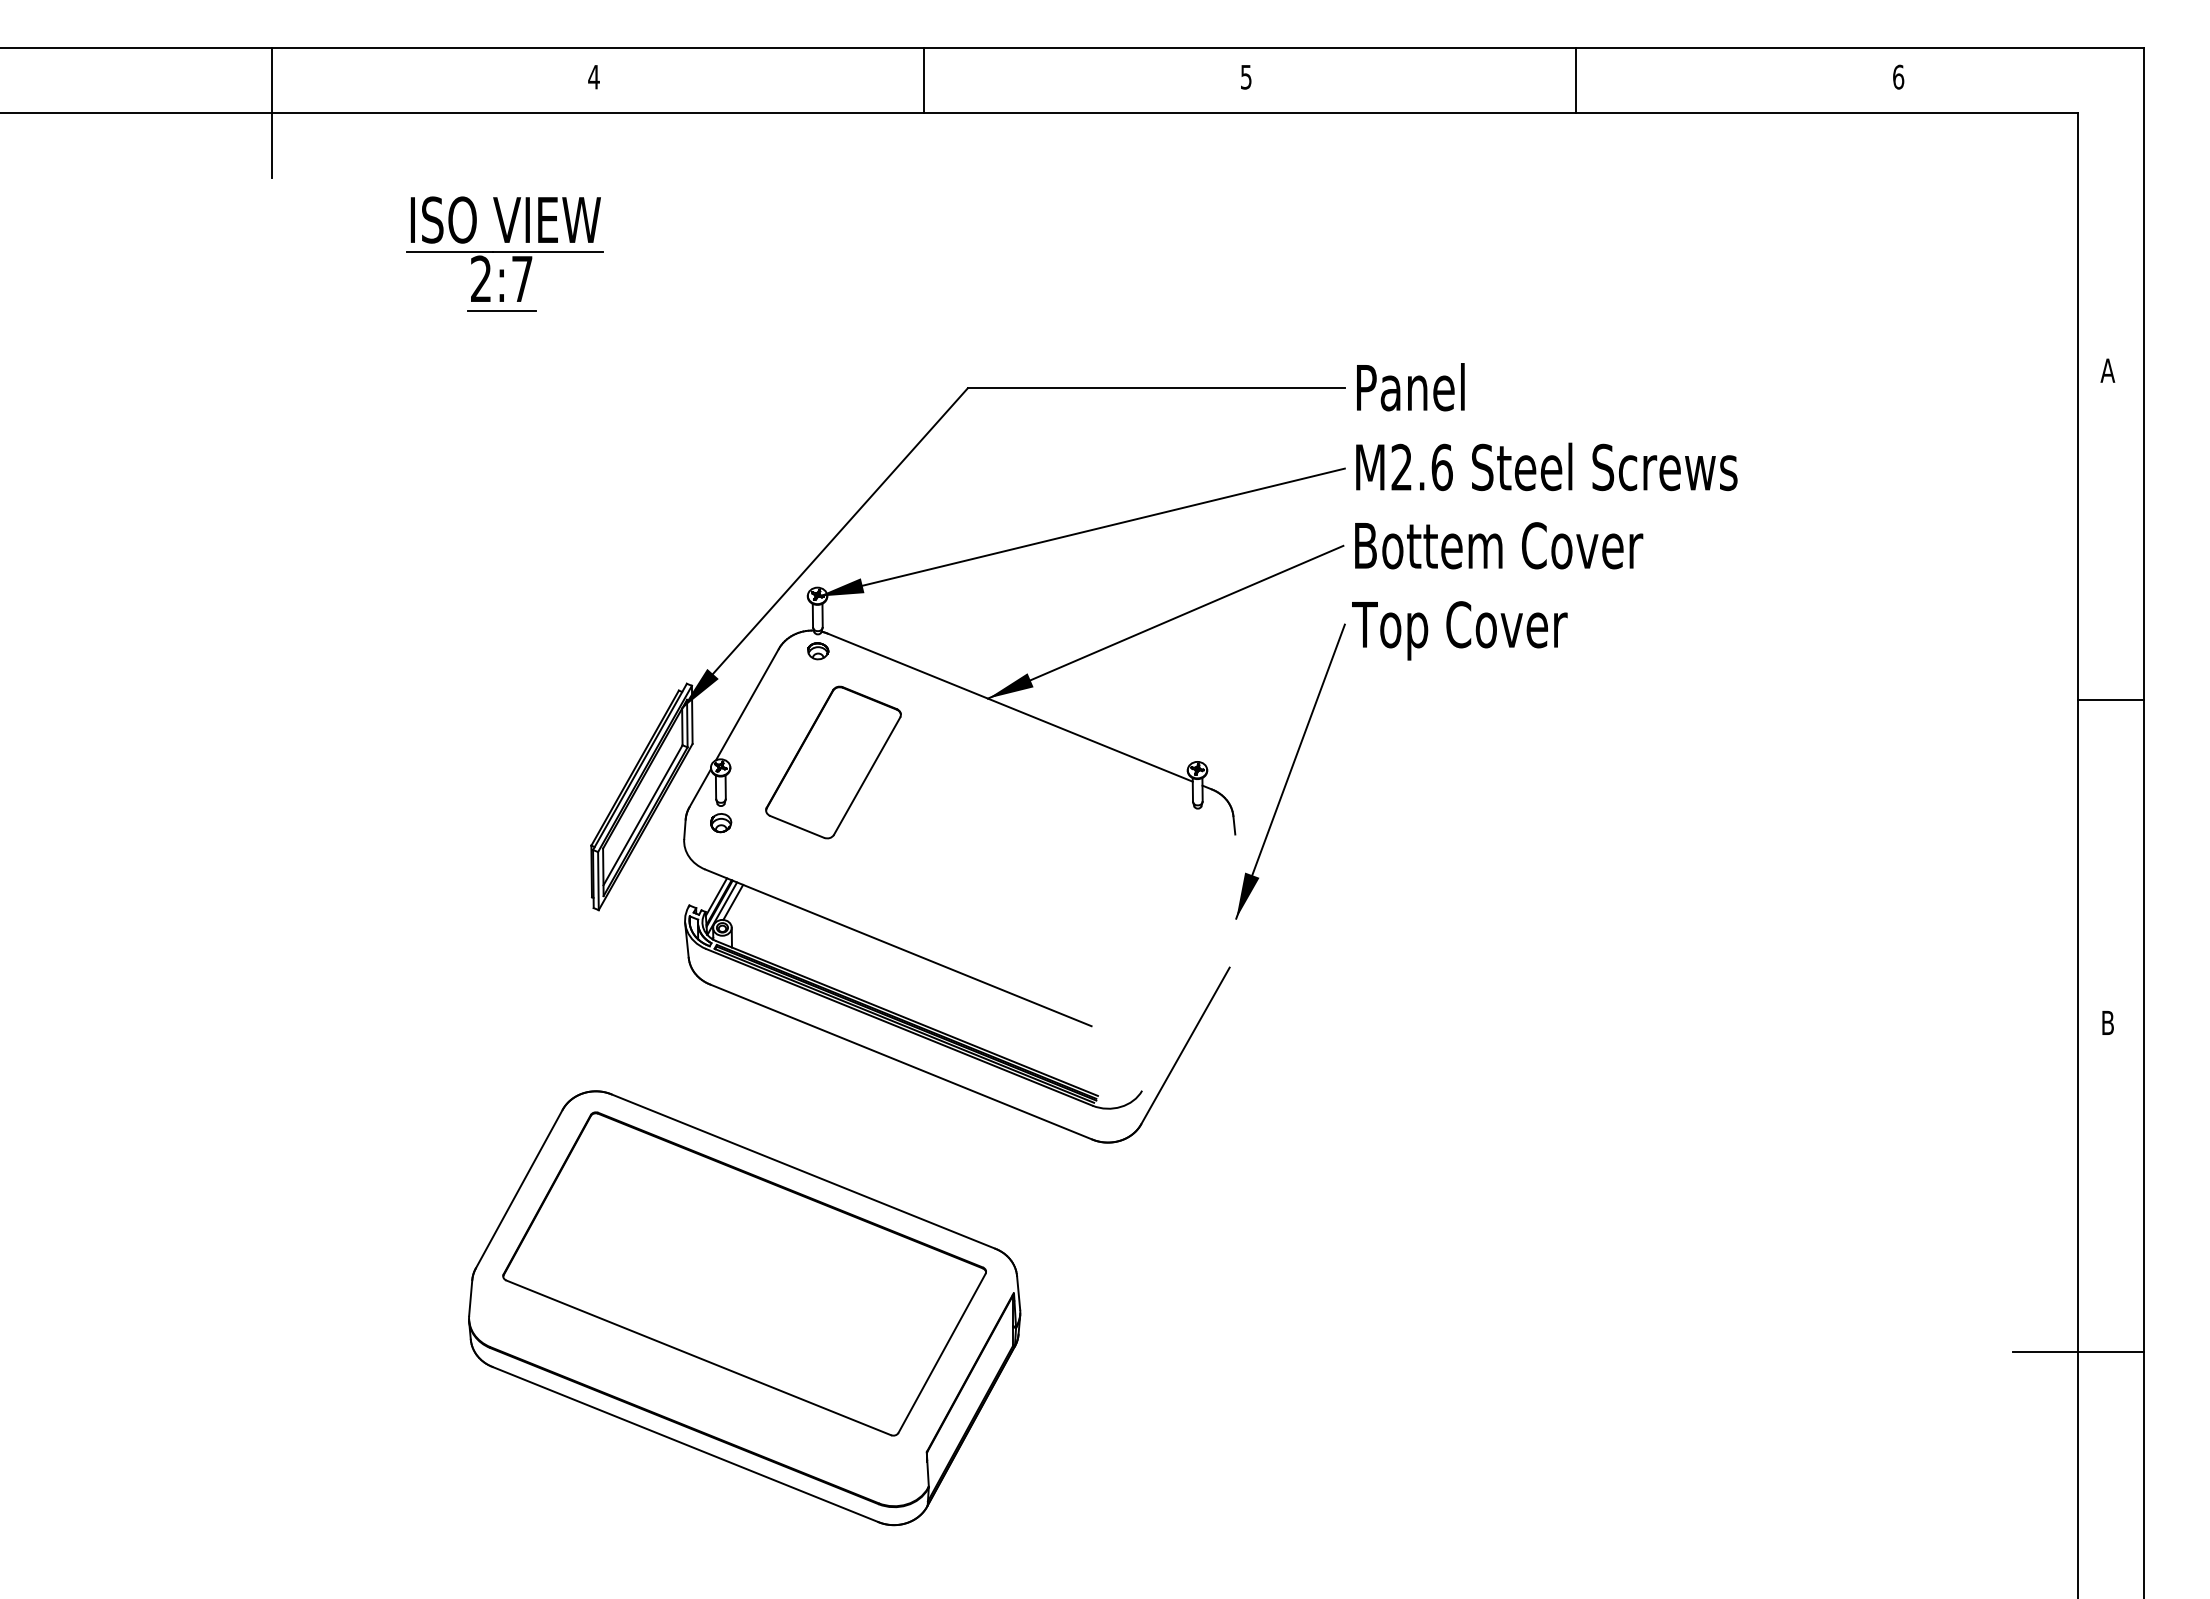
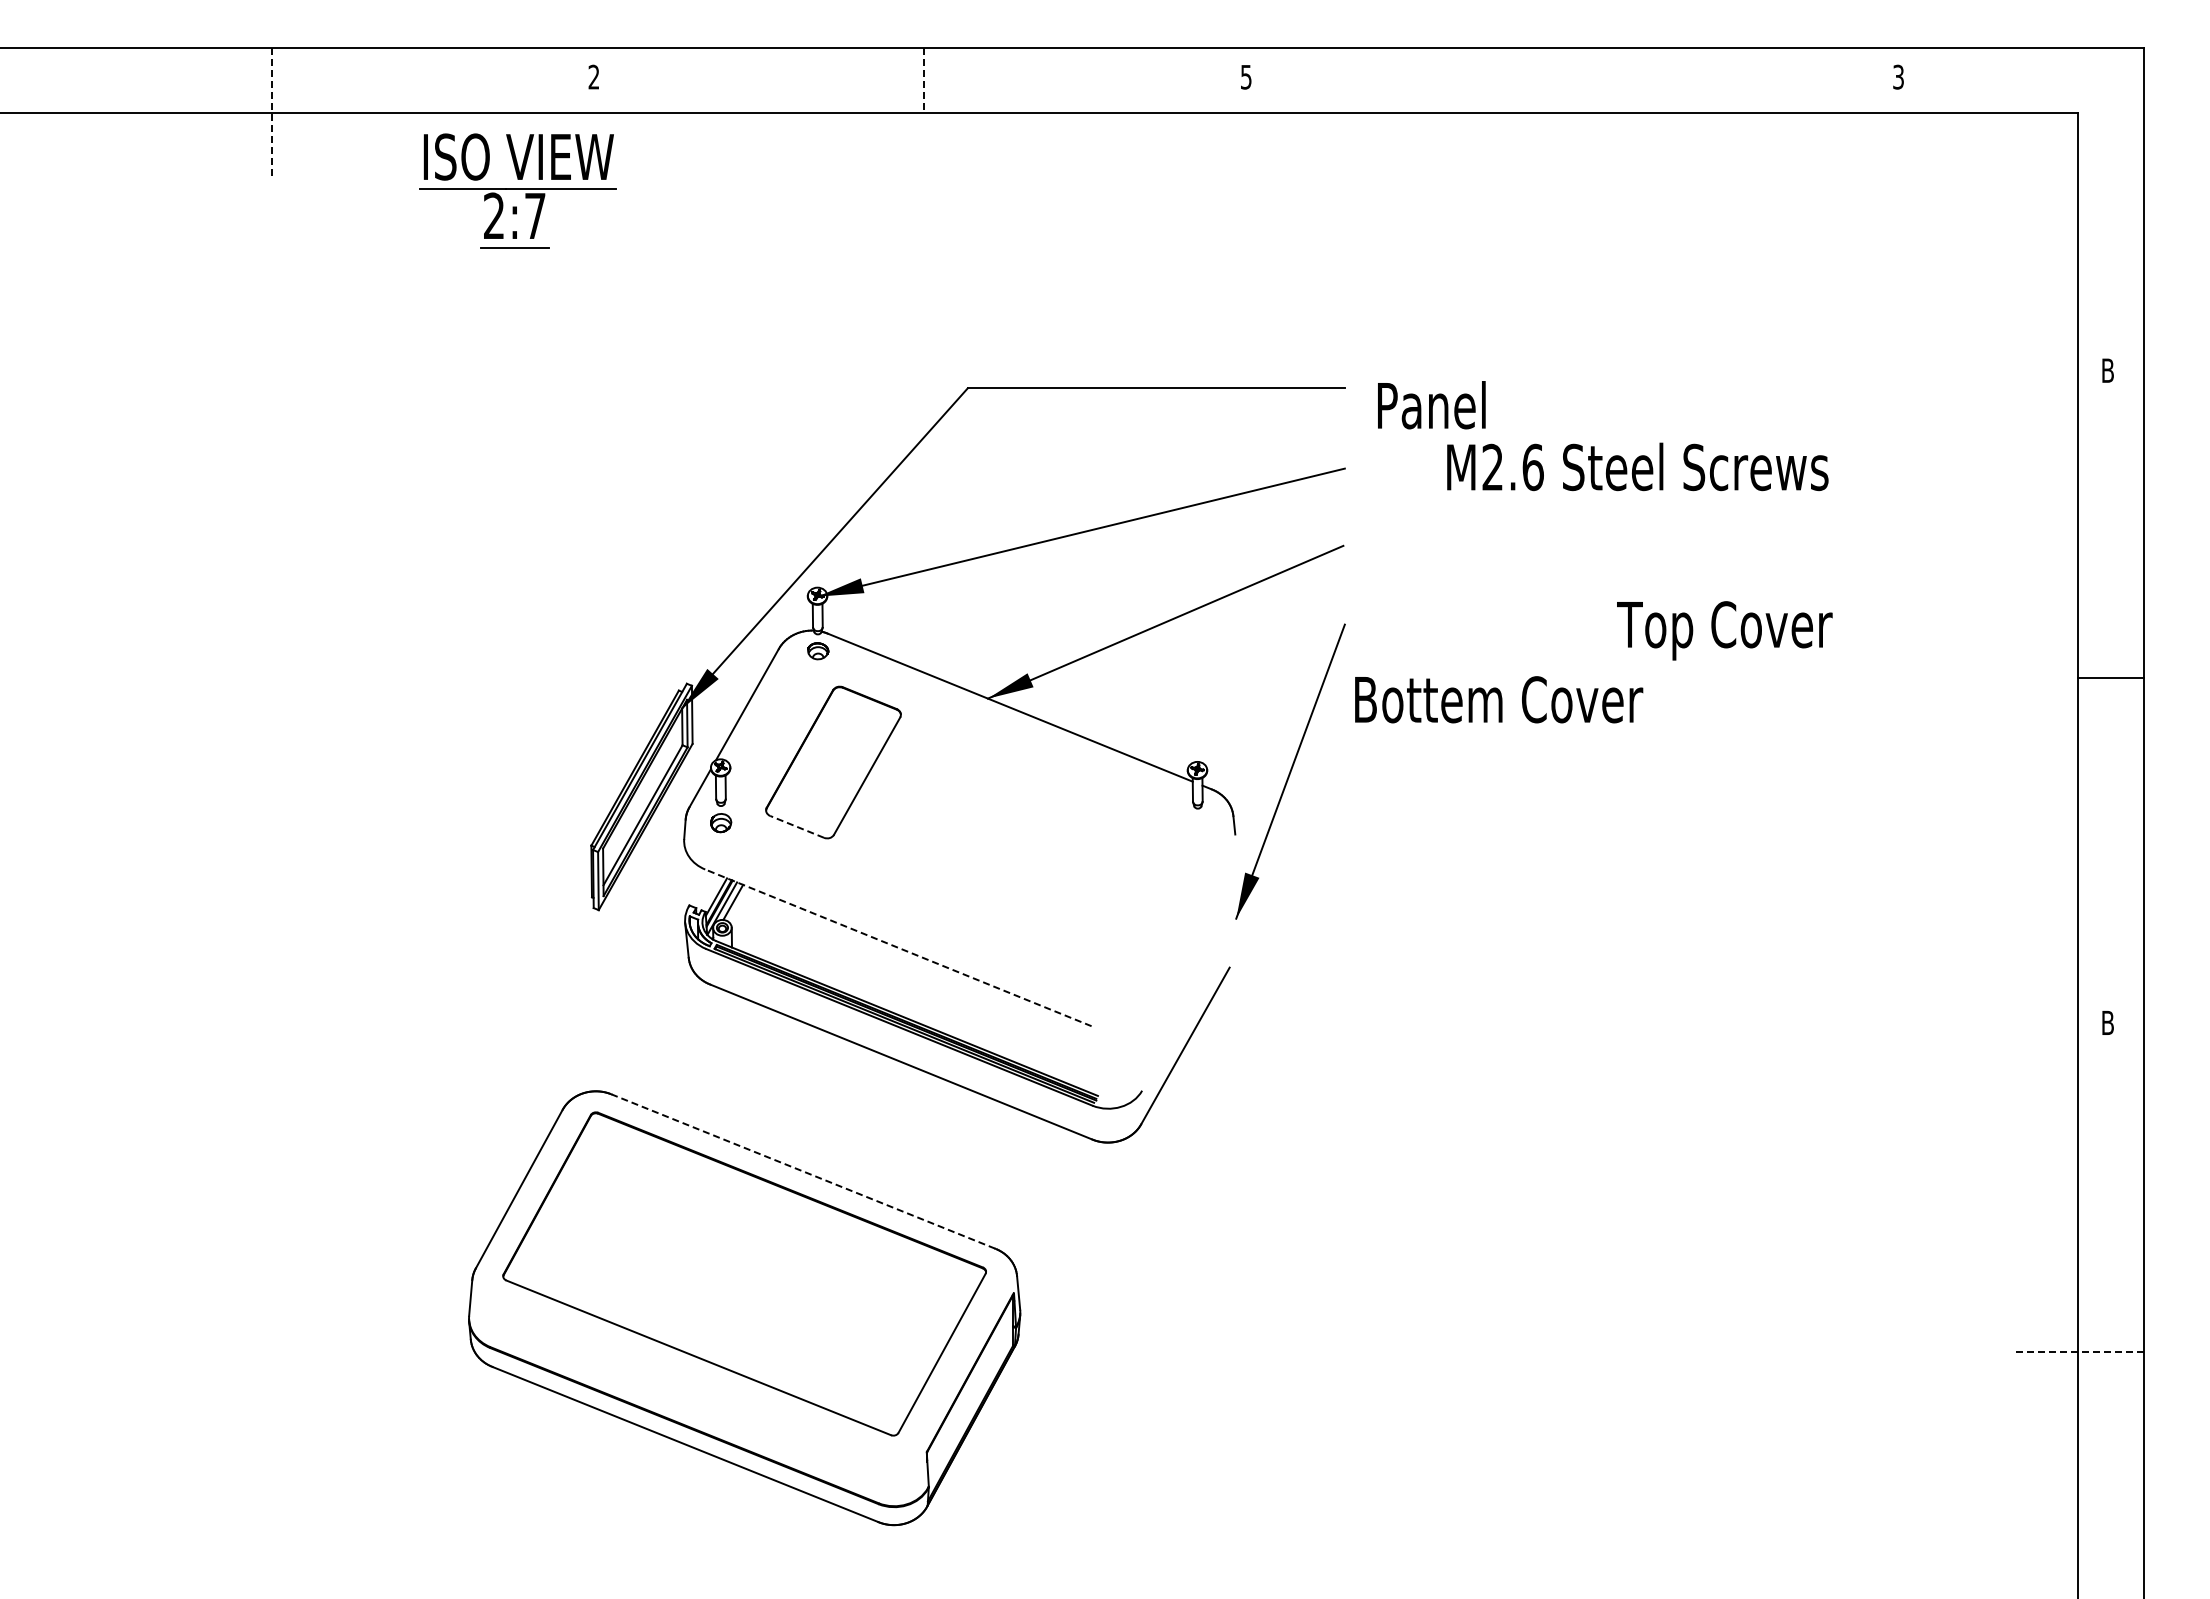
text at (593, 76): 4 -> 2
text at (1898, 76): 6 -> 3
line at (1576, 79): present -> none
line at (923, 80): solid -> dashed
line at (271, 113): solid -> dashed
part at (504, 253) position: (504, 253) -> (517, 190)
text at (2107, 370): A -> B
text at (1410, 387) position: (1410, 387) -> (1431, 405)
text at (1546, 466) position: (1546, 466) -> (1637, 466)
text at (1499, 545) position: (1499, 545) -> (1499, 699)
text at (1459, 630) position: (1459, 630) -> (1724, 630)
line at (2110, 700) position: (2110, 700) -> (2110, 678)
line at (797, 826): solid -> dashed
line at (897, 947): solid -> dashed
line at (803, 1171): solid -> dashed
line at (2077, 1352): solid -> dashed
